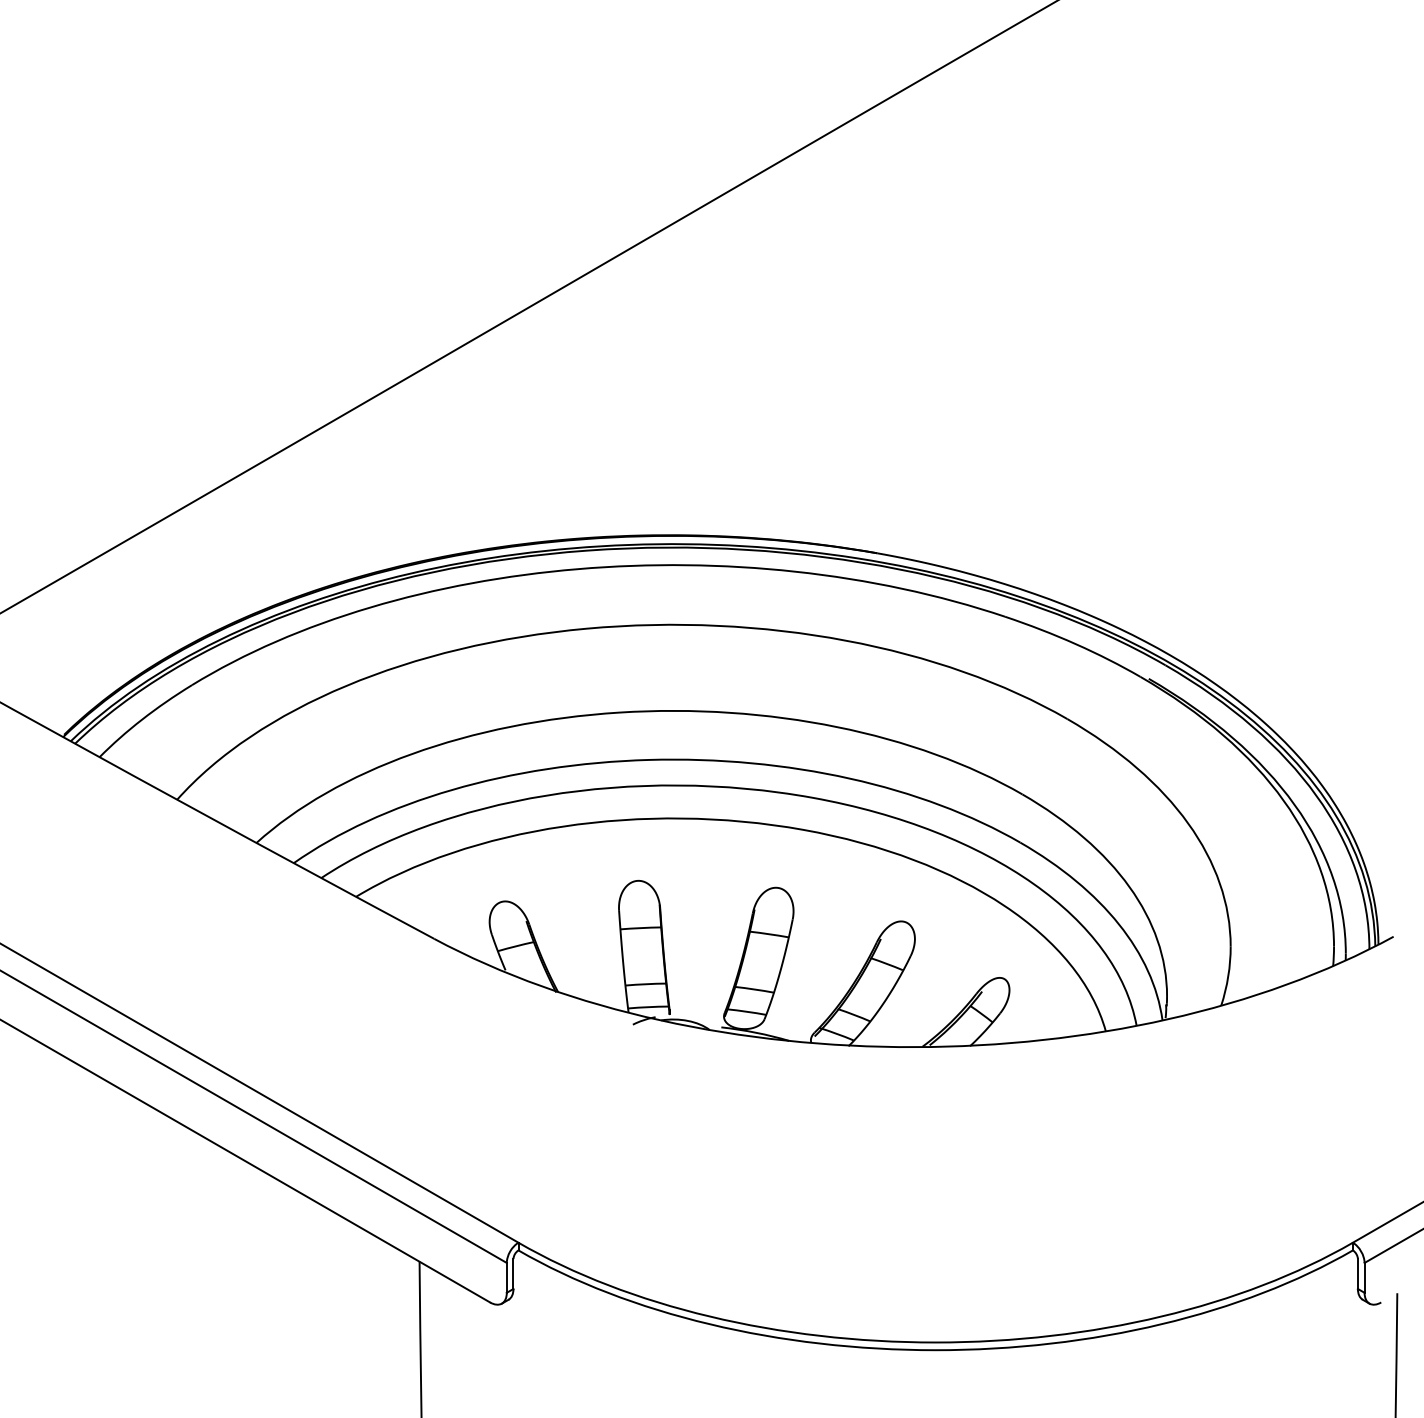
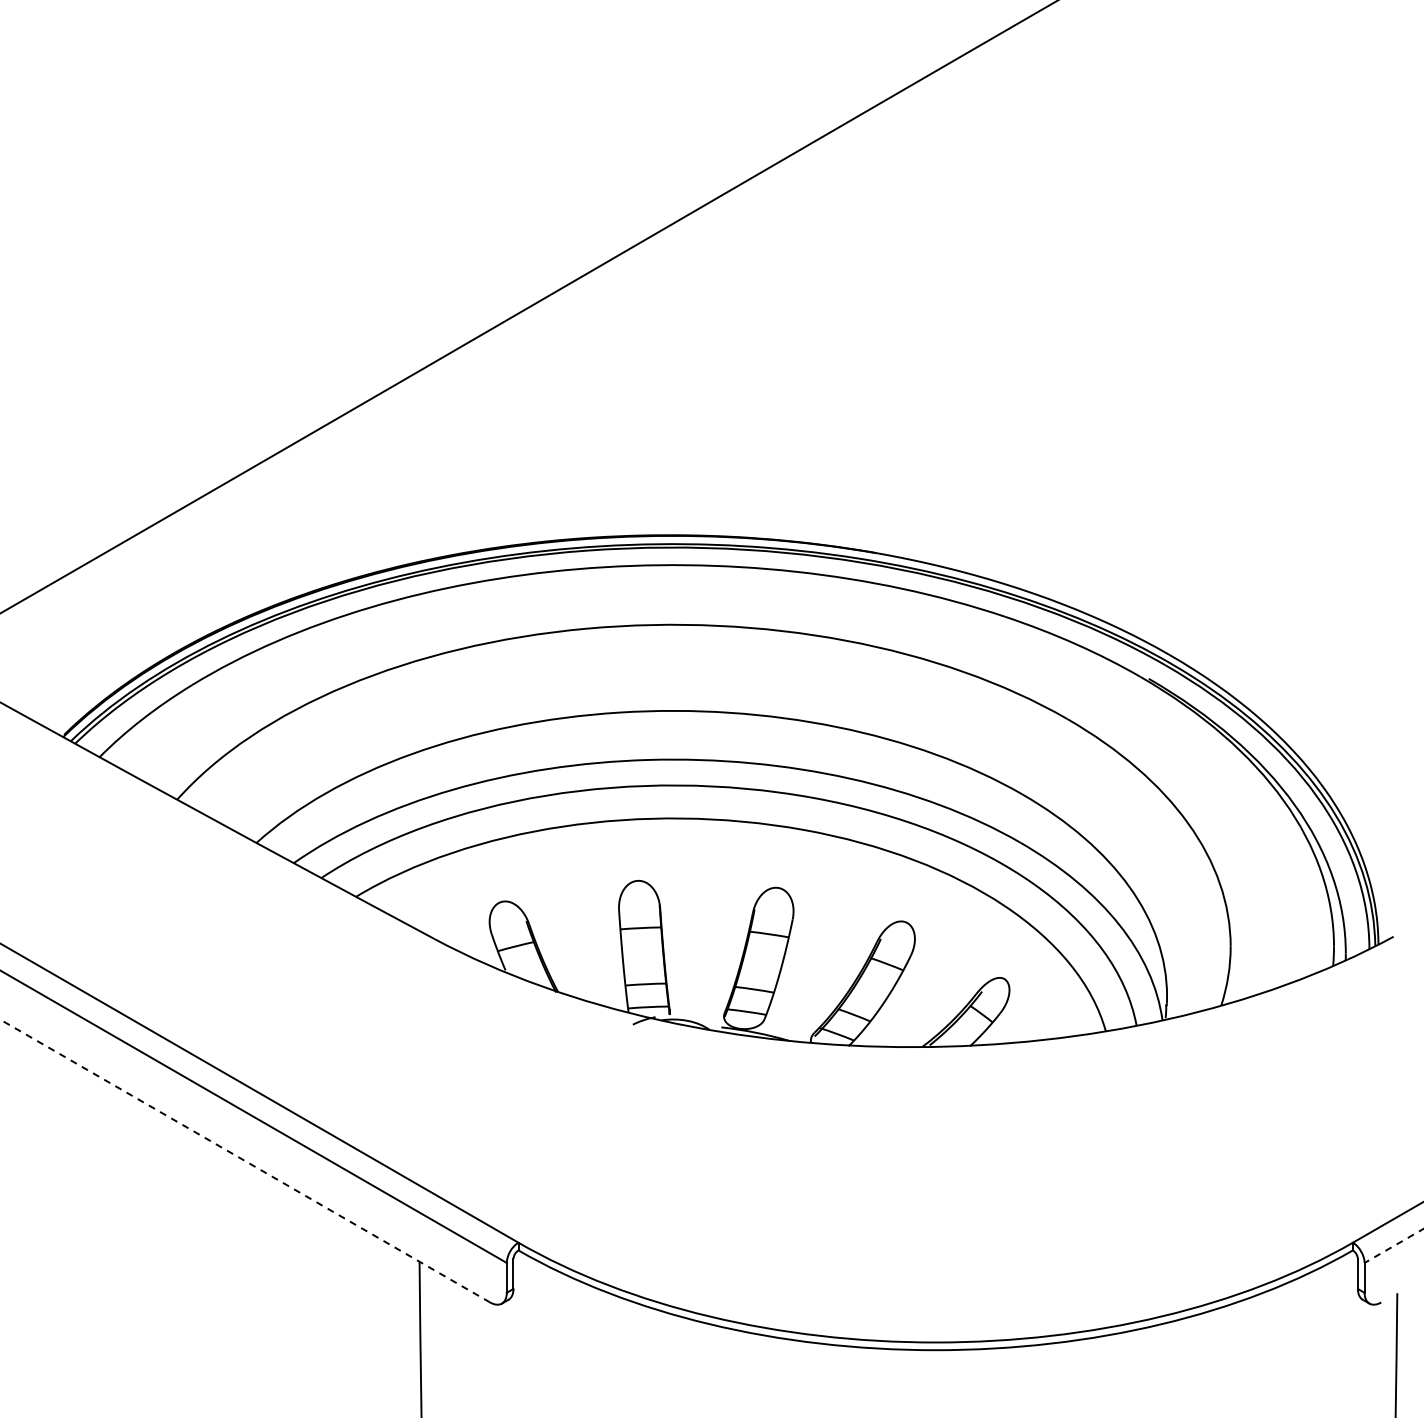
line at (244, 1160): solid -> dashed
line at (1394, 1245): solid -> dashed
